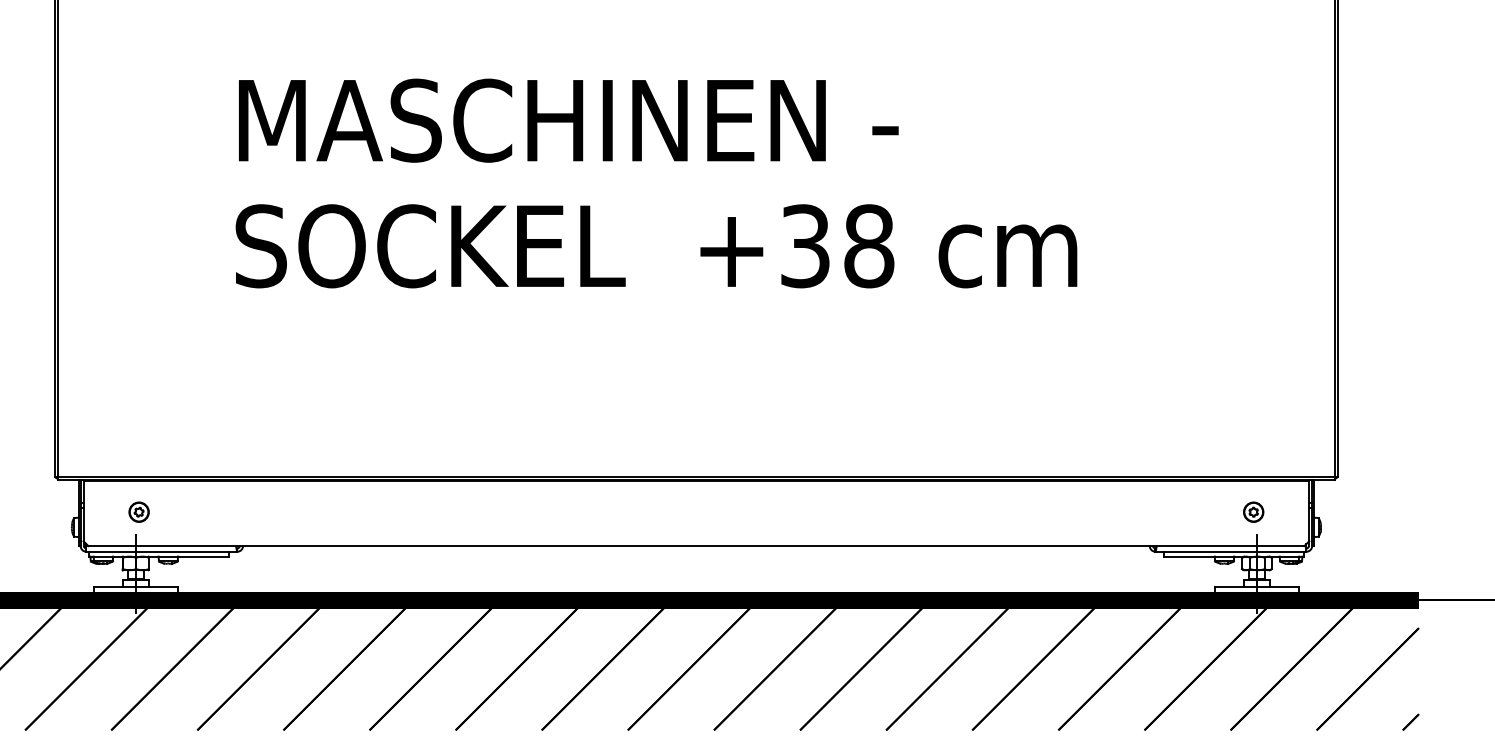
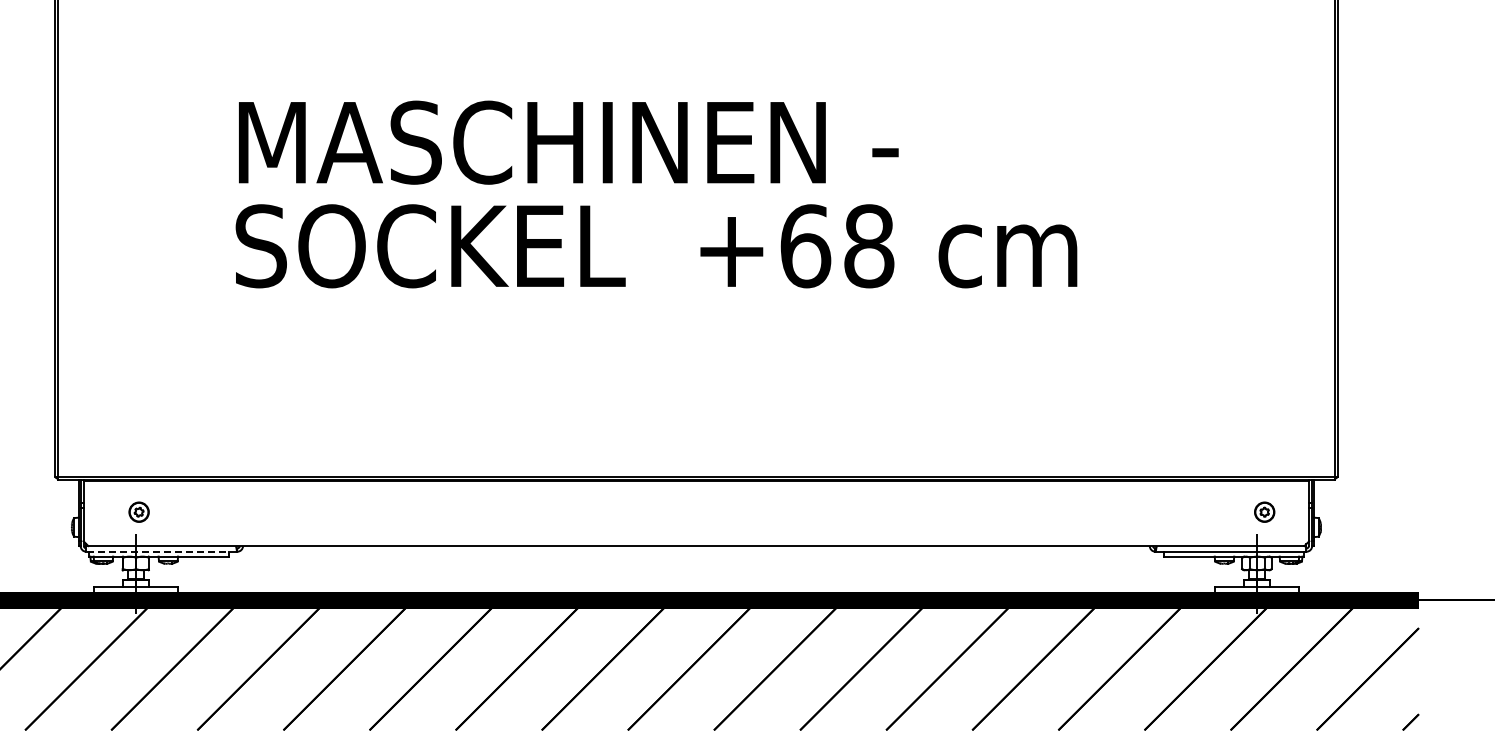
text at (568, 120) position: (568, 120) -> (568, 142)
text at (805, 246): +38 -> +68
part at (1253, 511) position: (1253, 511) -> (1264, 511)
line at (161, 551): solid -> dashed
